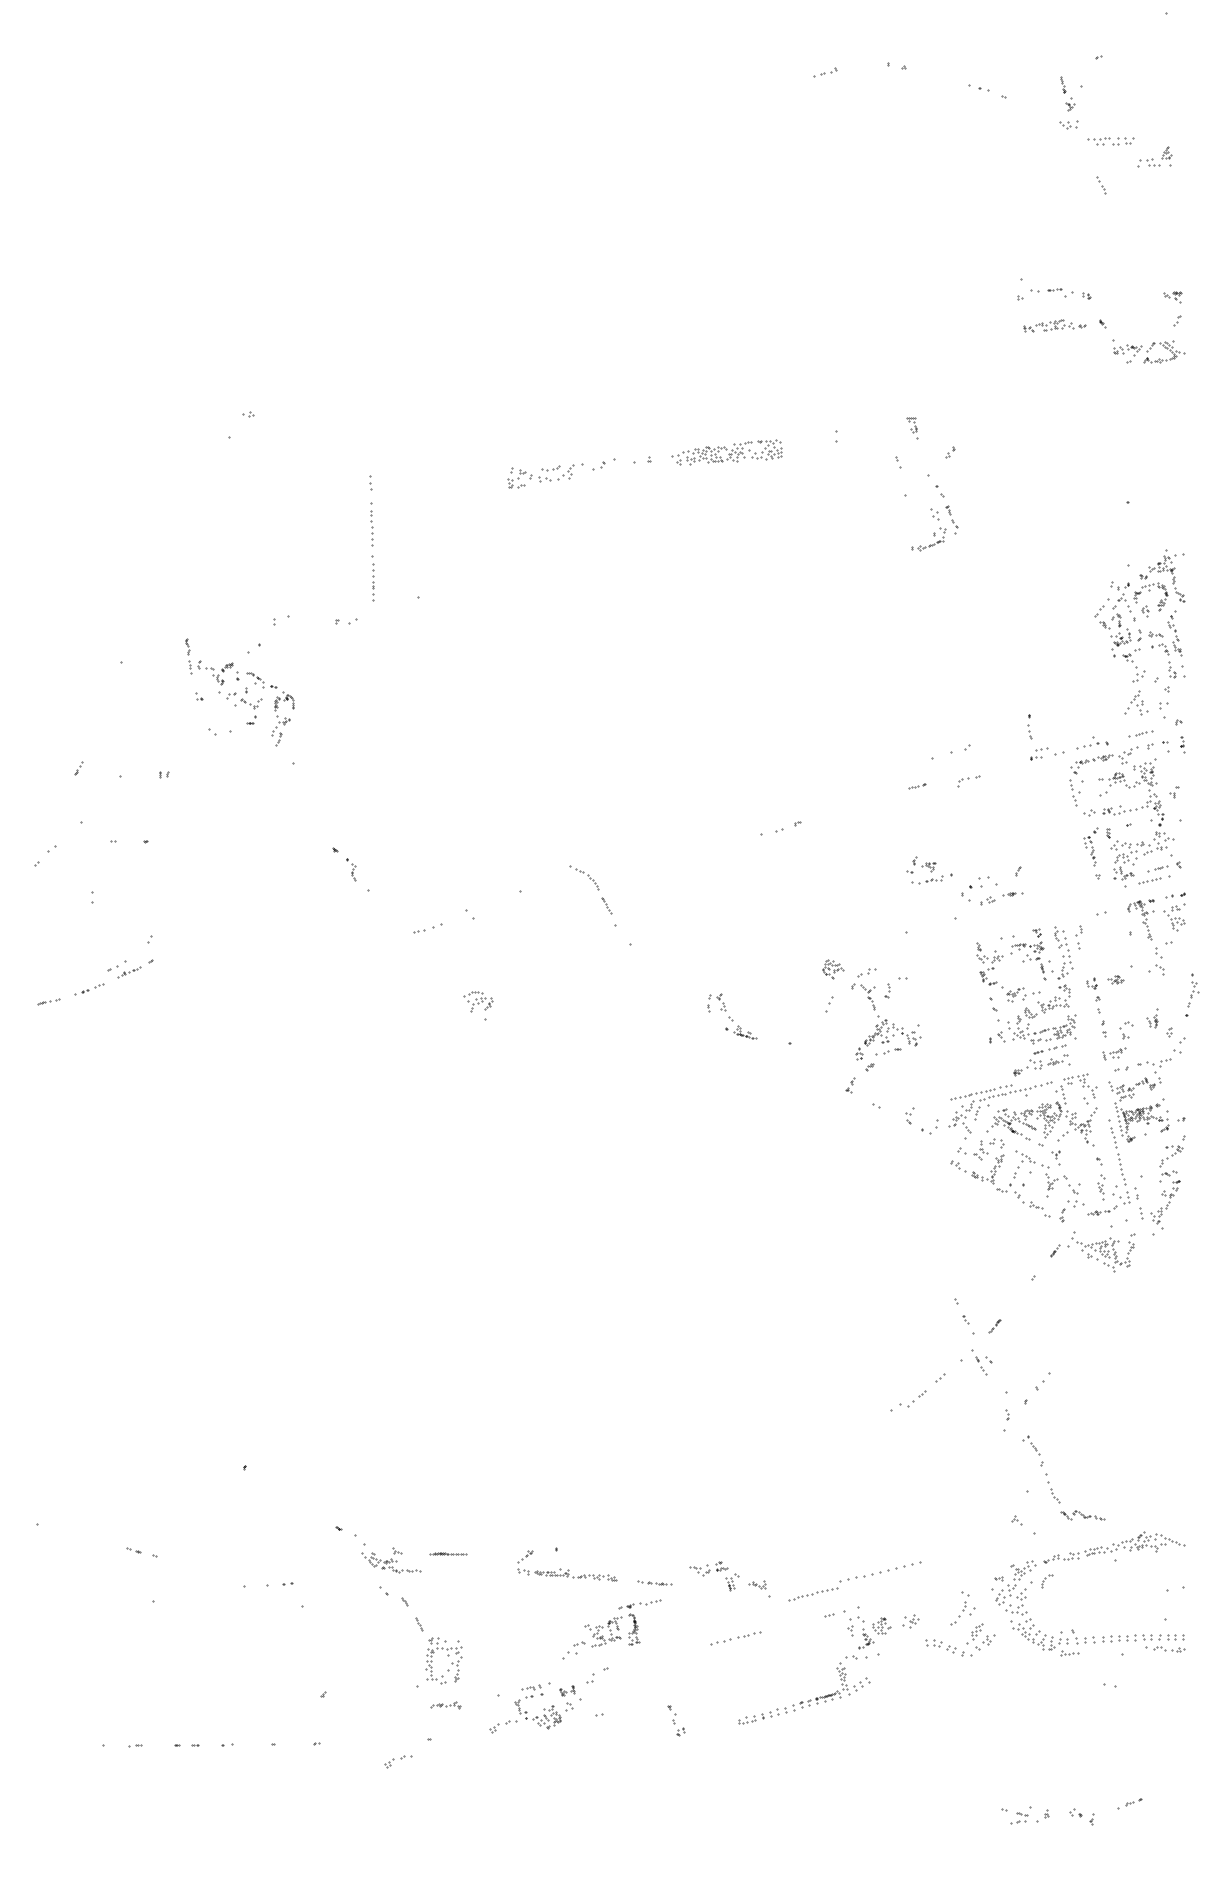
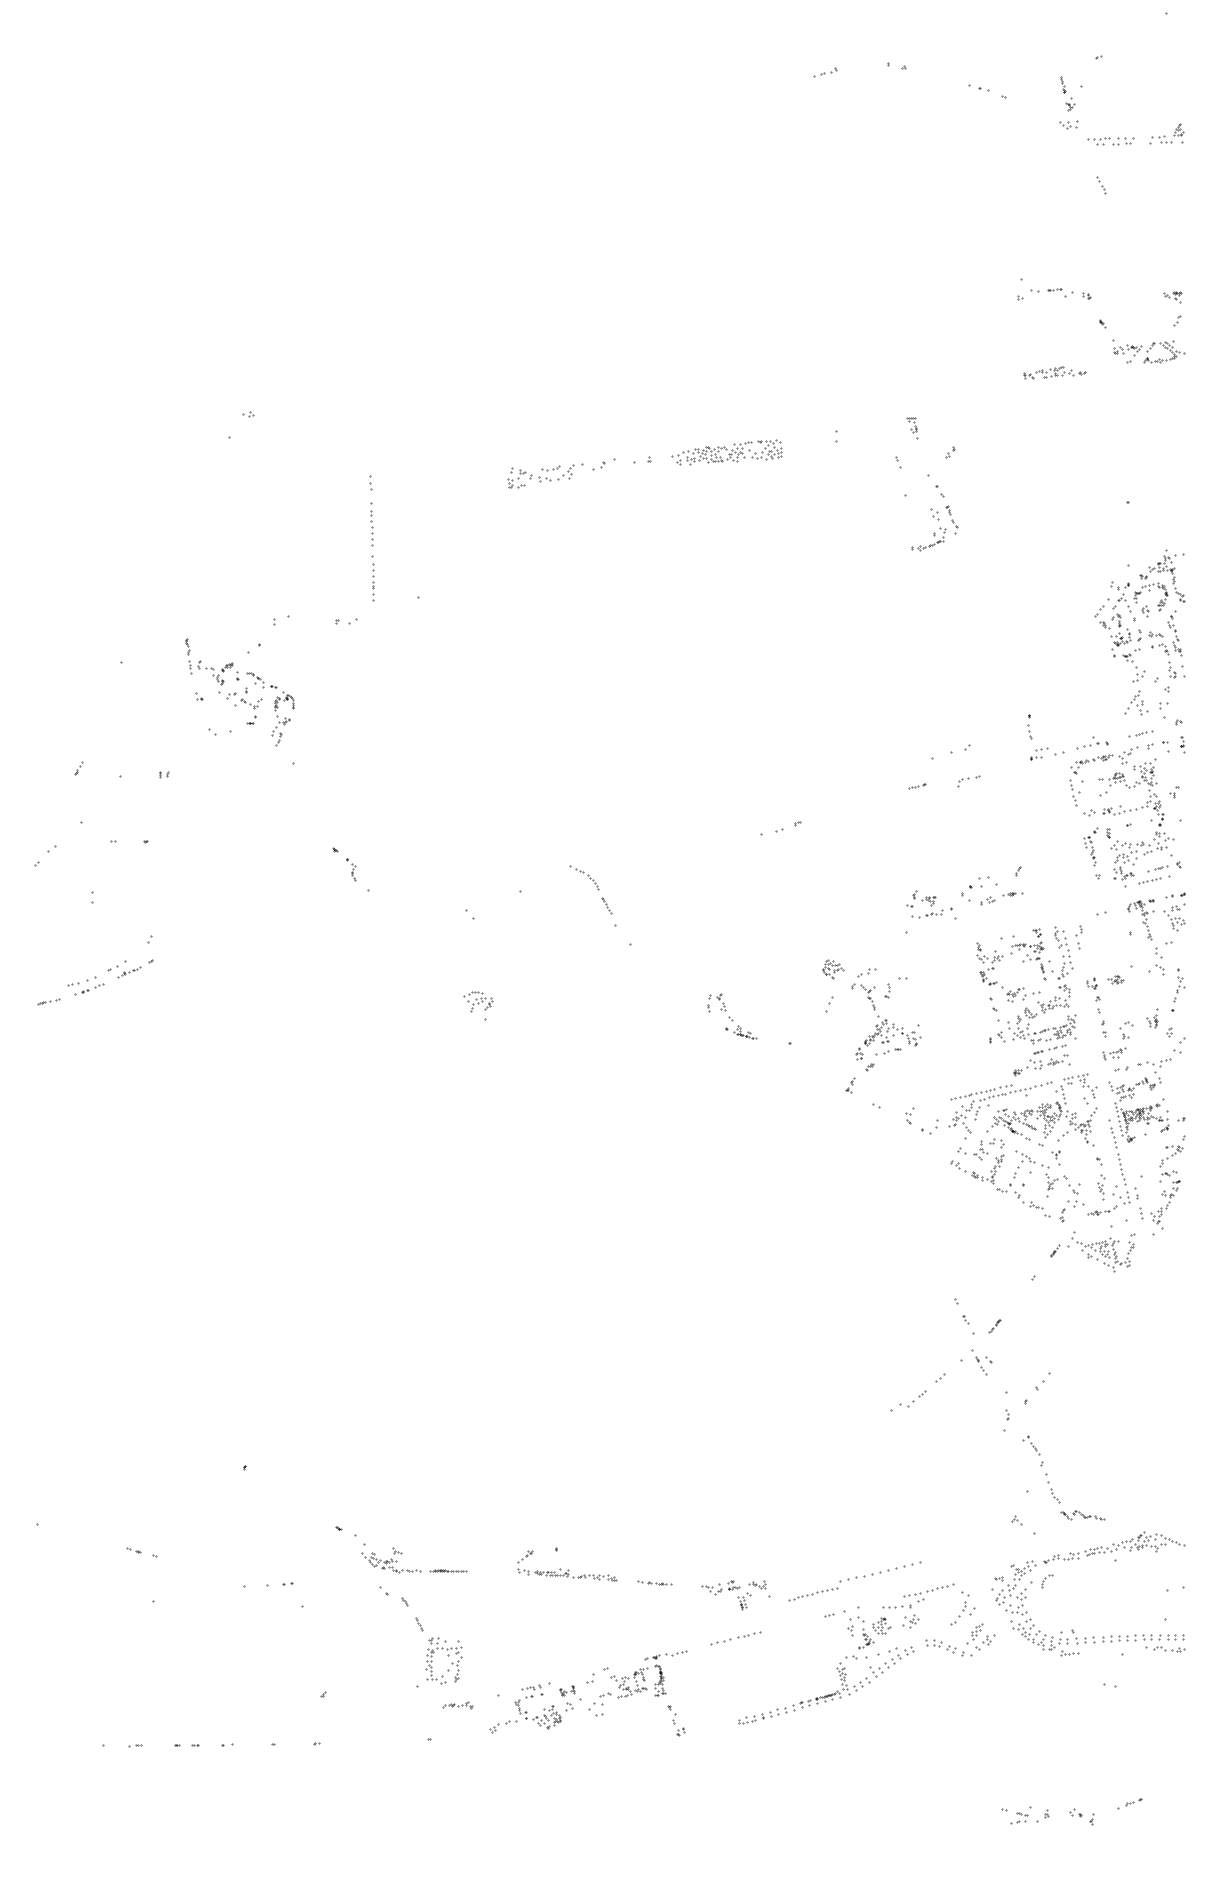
part at (1154, 156) position: (1154, 156) -> (1166, 133)
part at (1054, 325) position: (1054, 325) -> (1054, 372)
part at (929, 870) position: (929, 870) -> (929, 904)
part at (427, 928) position: (427, 928) -> (81, 981)
part at (1192, 994) position: (1192, 994) -> (1178, 989)
part at (448, 1553) position: (448, 1553) -> (448, 1570)
part at (714, 1576) position: (714, 1576) -> (726, 1595)
part at (918, 1595): none -> present
part at (611, 1629) position: (611, 1629) -> (637, 1680)
part at (891, 1661): none -> present
part at (445, 1705) position: (445, 1705) -> (457, 1705)
part at (398, 1761): present -> none
